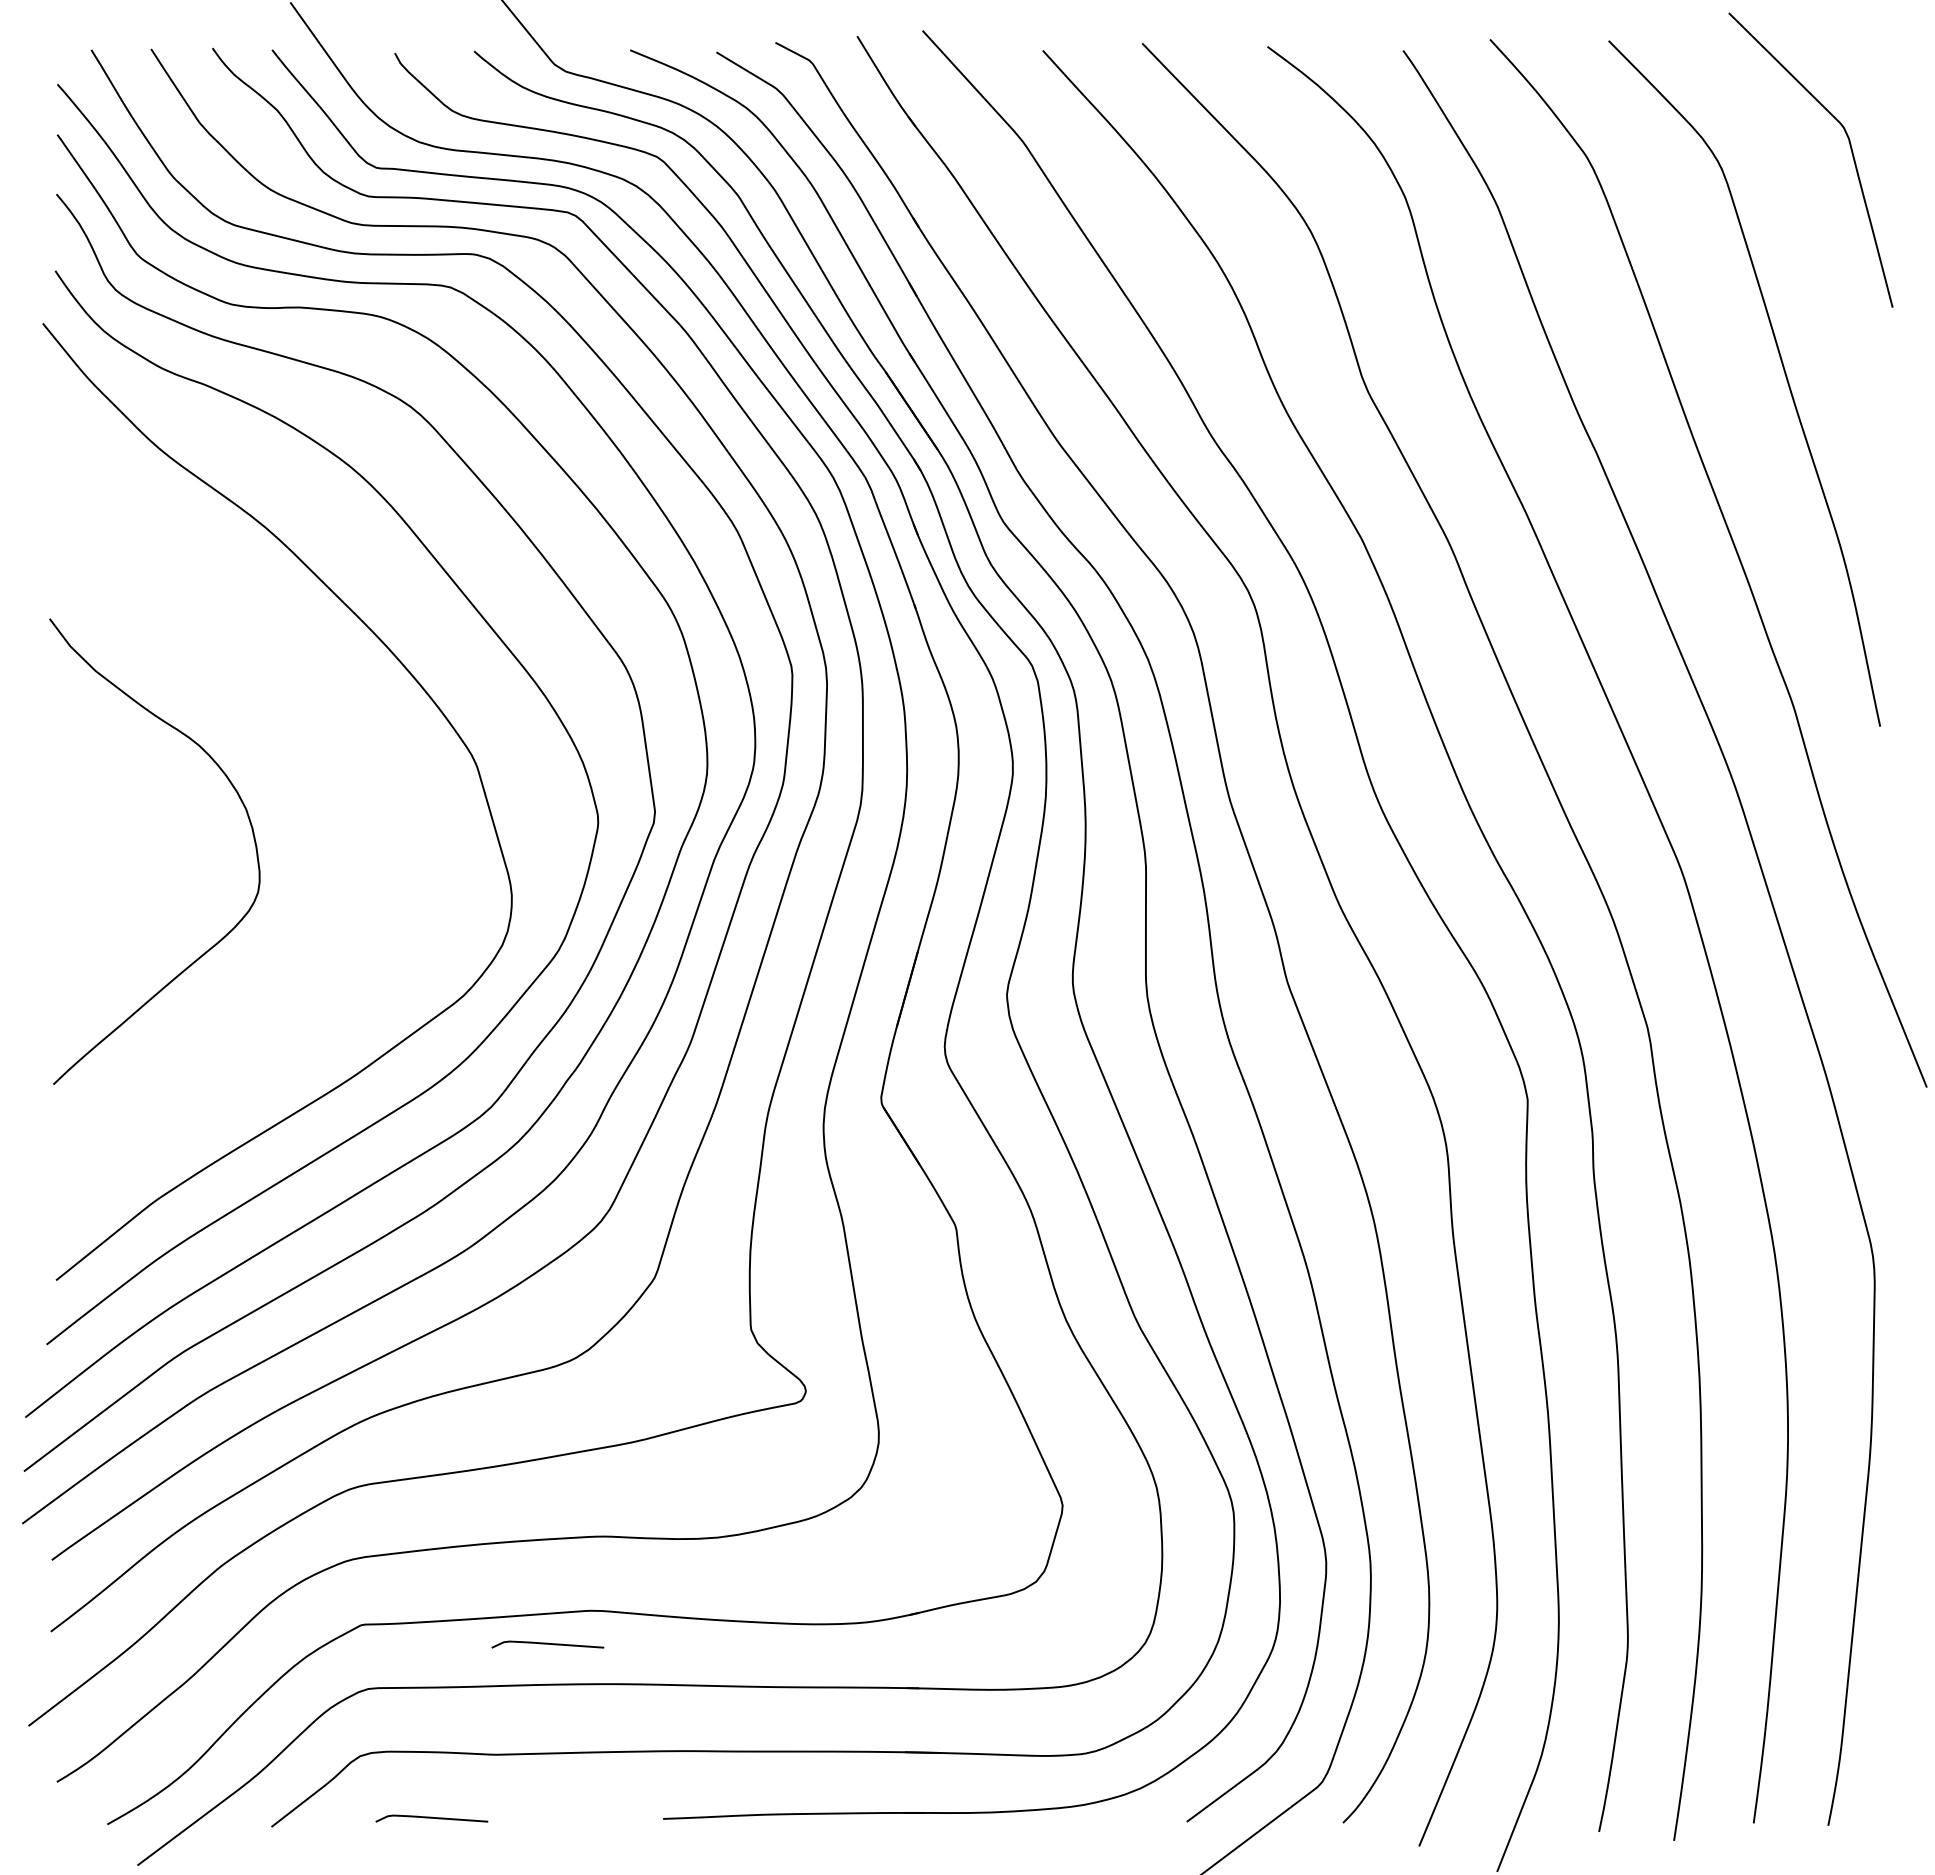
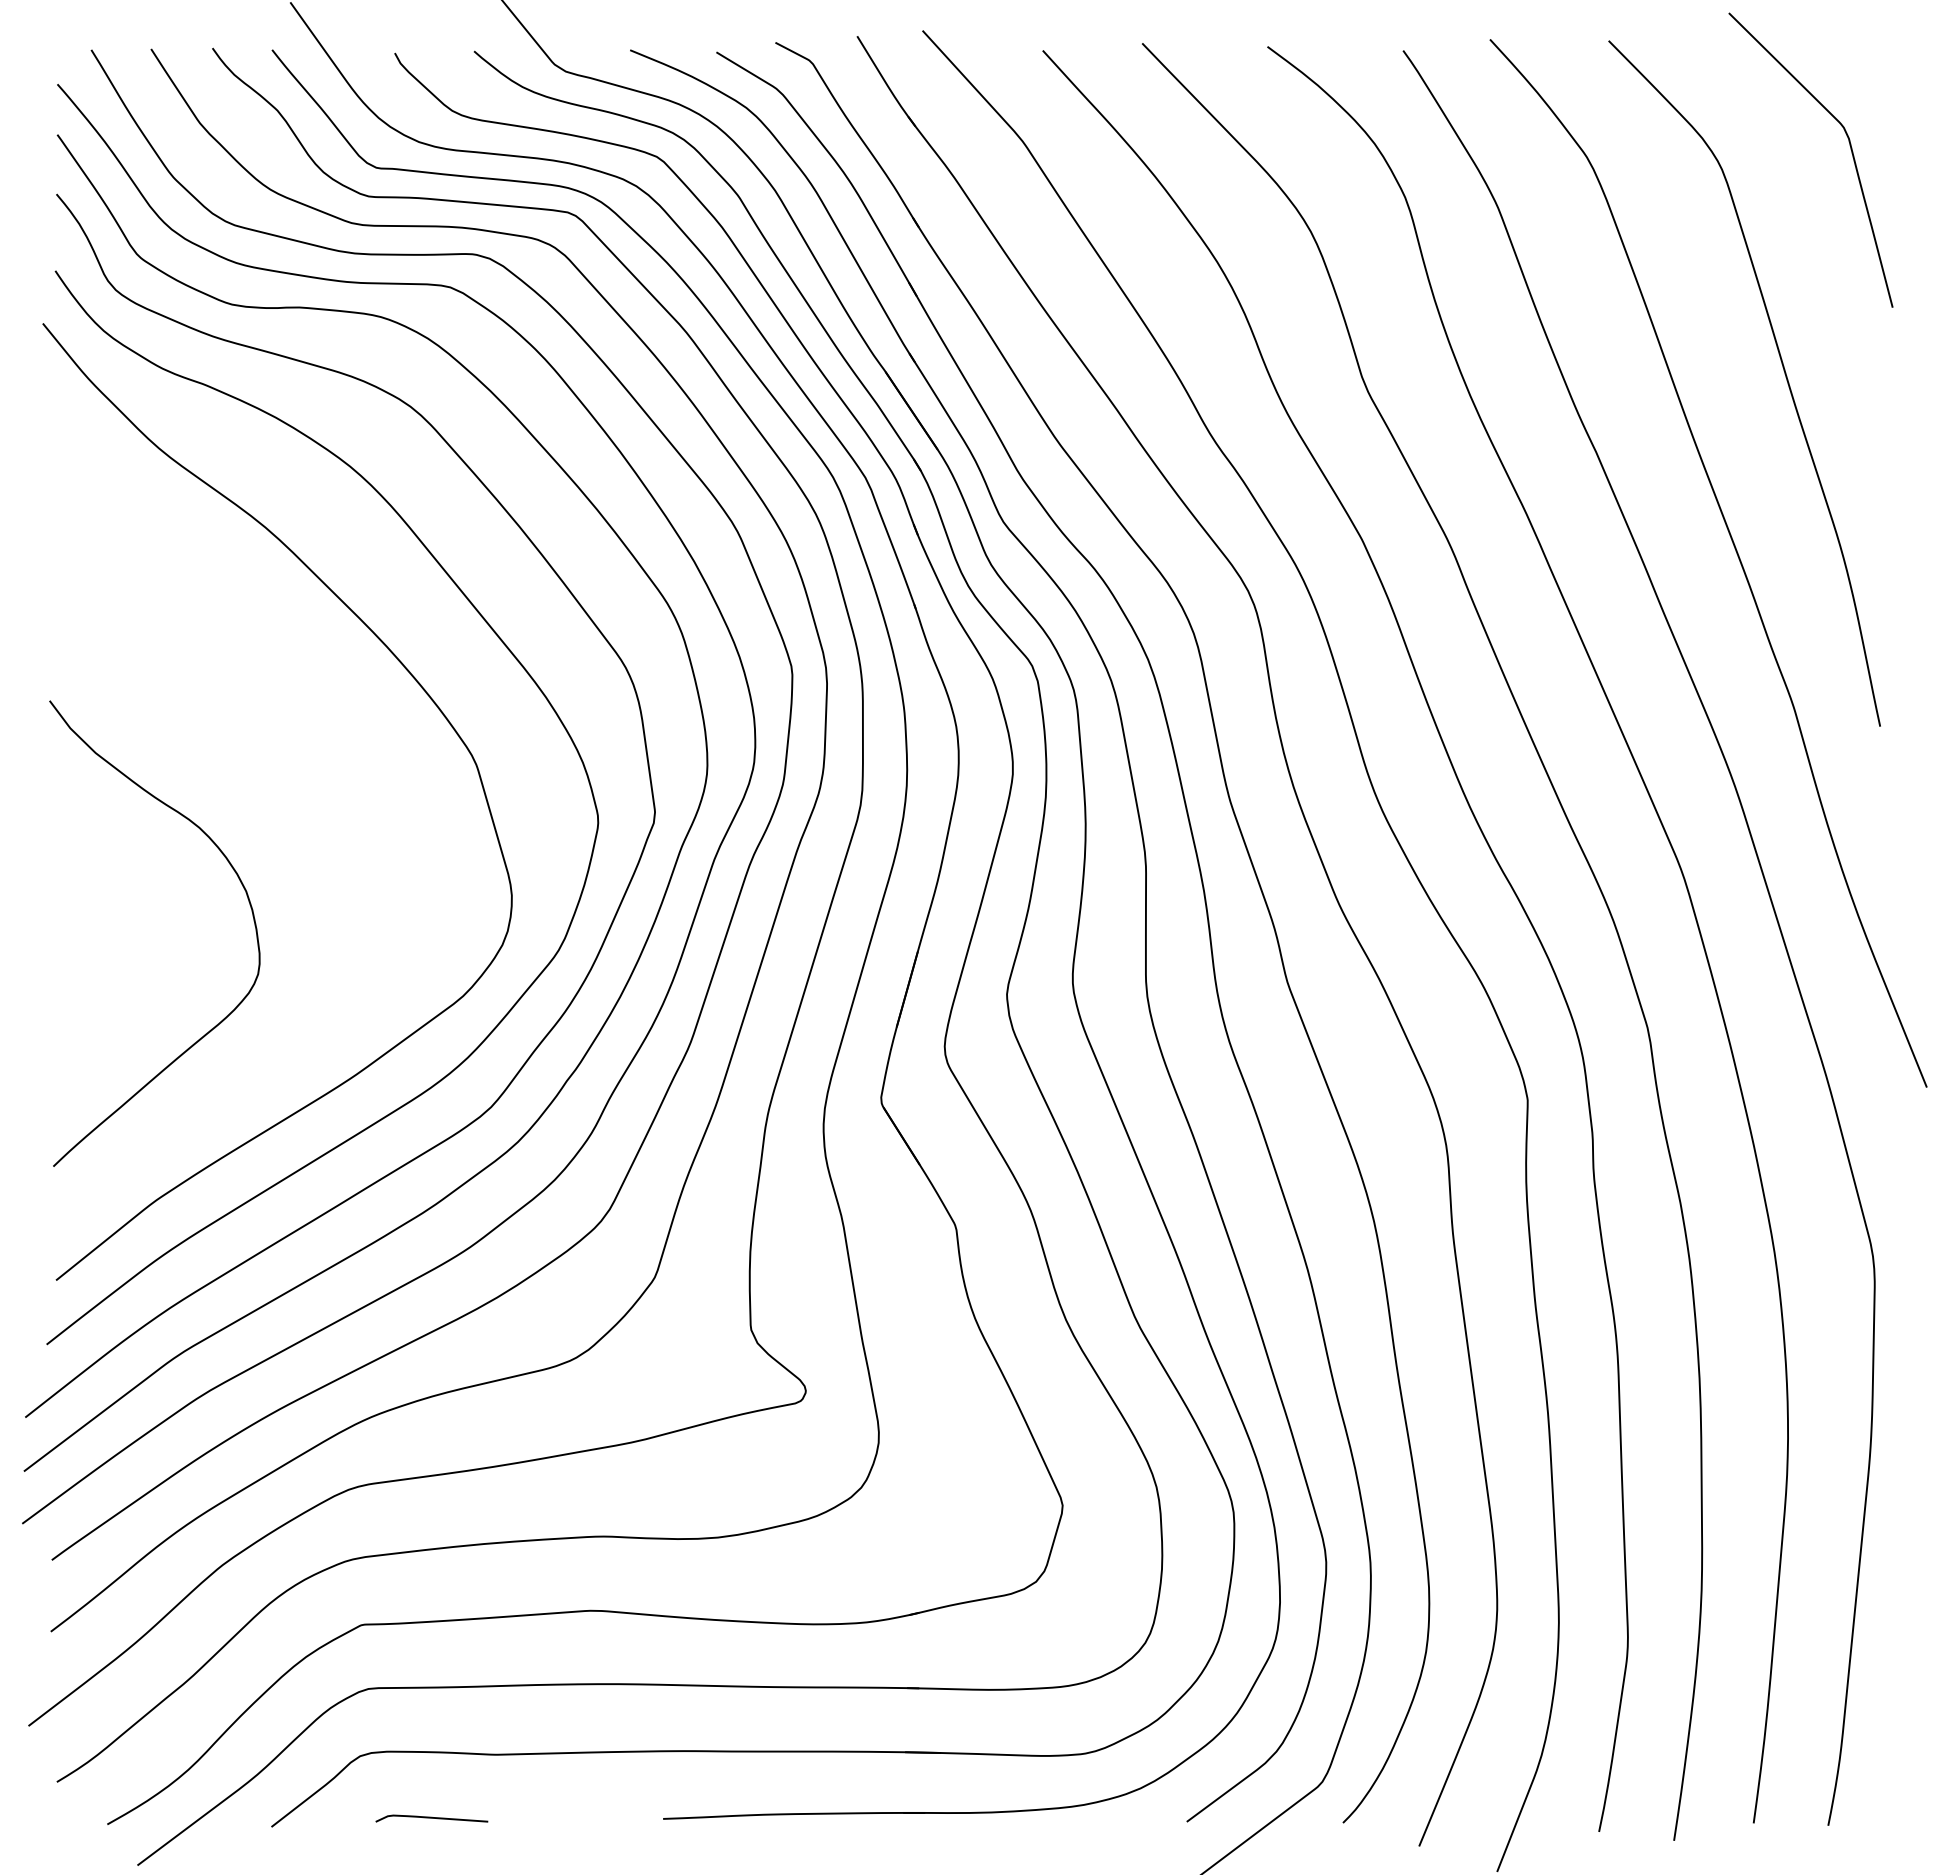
curve at (248, 820) position: (248, 820) -> (248, 902)
curve at (547, 1644): present -> none
